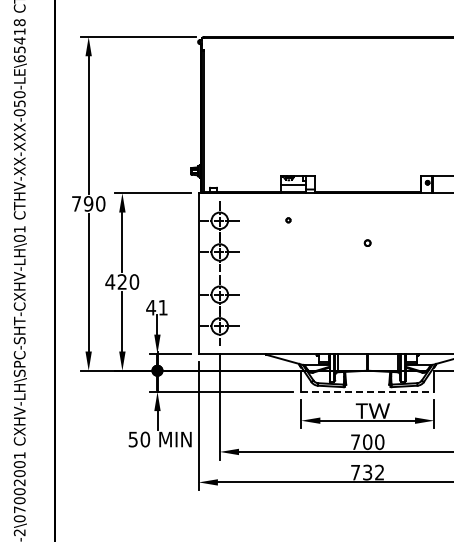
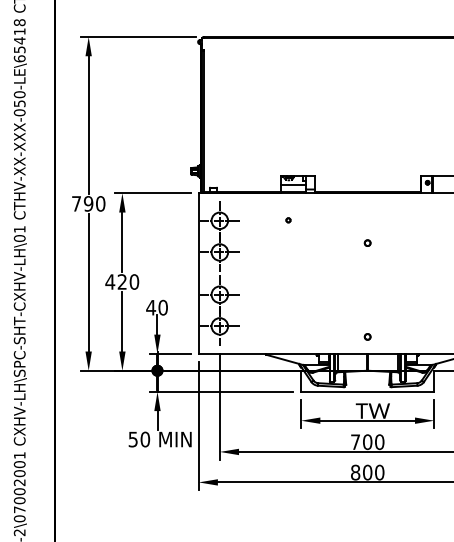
text at (162, 307): 41 -> 40
part at (367, 336): none -> present
line at (367, 391): dashed -> solid
text at (367, 472): 732 -> 800
